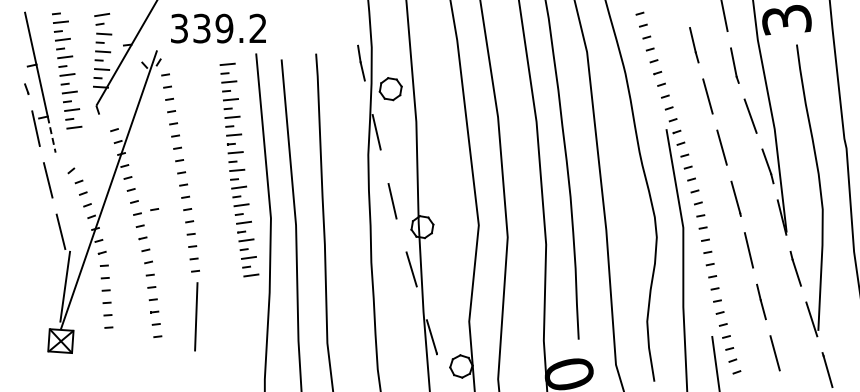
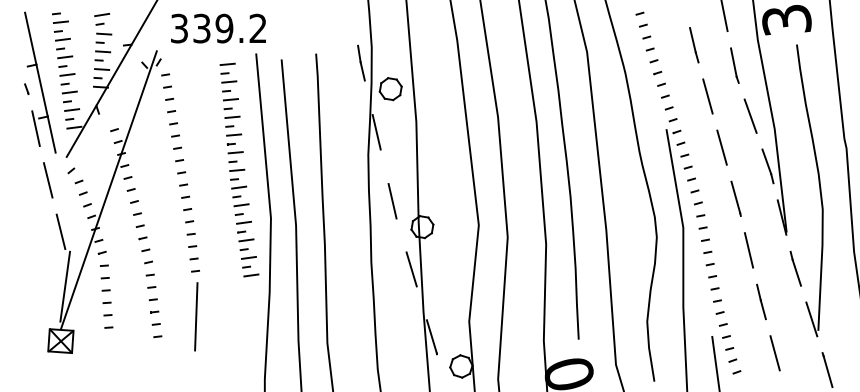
line at (81, 130): none -> present
line at (51, 134): dashed -> solid
line at (154, 209): present -> none
